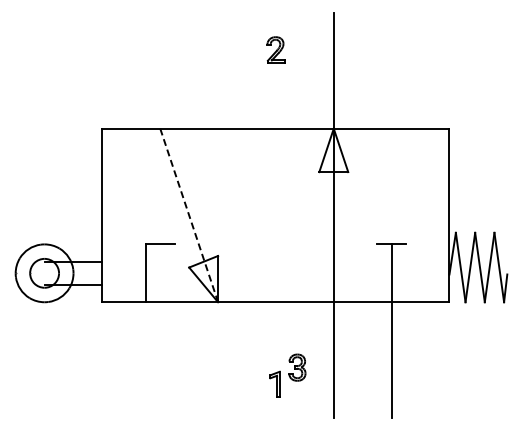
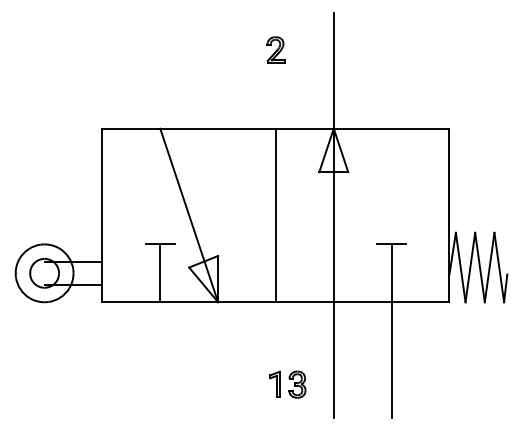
line at (189, 215): dashed -> solid
line at (275, 215): none -> present
line at (146, 273) position: (146, 273) -> (160, 273)
part at (297, 367) position: (297, 367) -> (297, 384)
